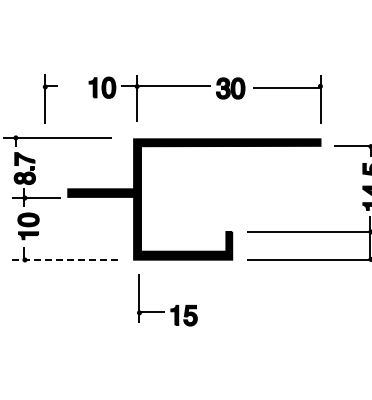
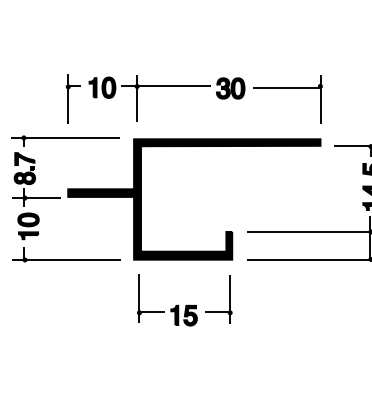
part at (49, 98) position: (49, 98) -> (72, 98)
part at (57, 140) position: (57, 140) -> (65, 140)
line at (67, 260): dashed -> solid
part at (229, 299): none -> present
